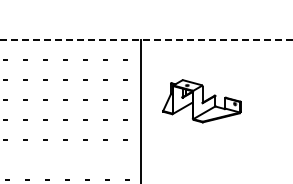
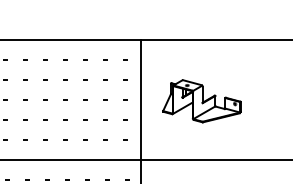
line at (146, 39): dashed -> solid
line at (145, 159): none -> present
